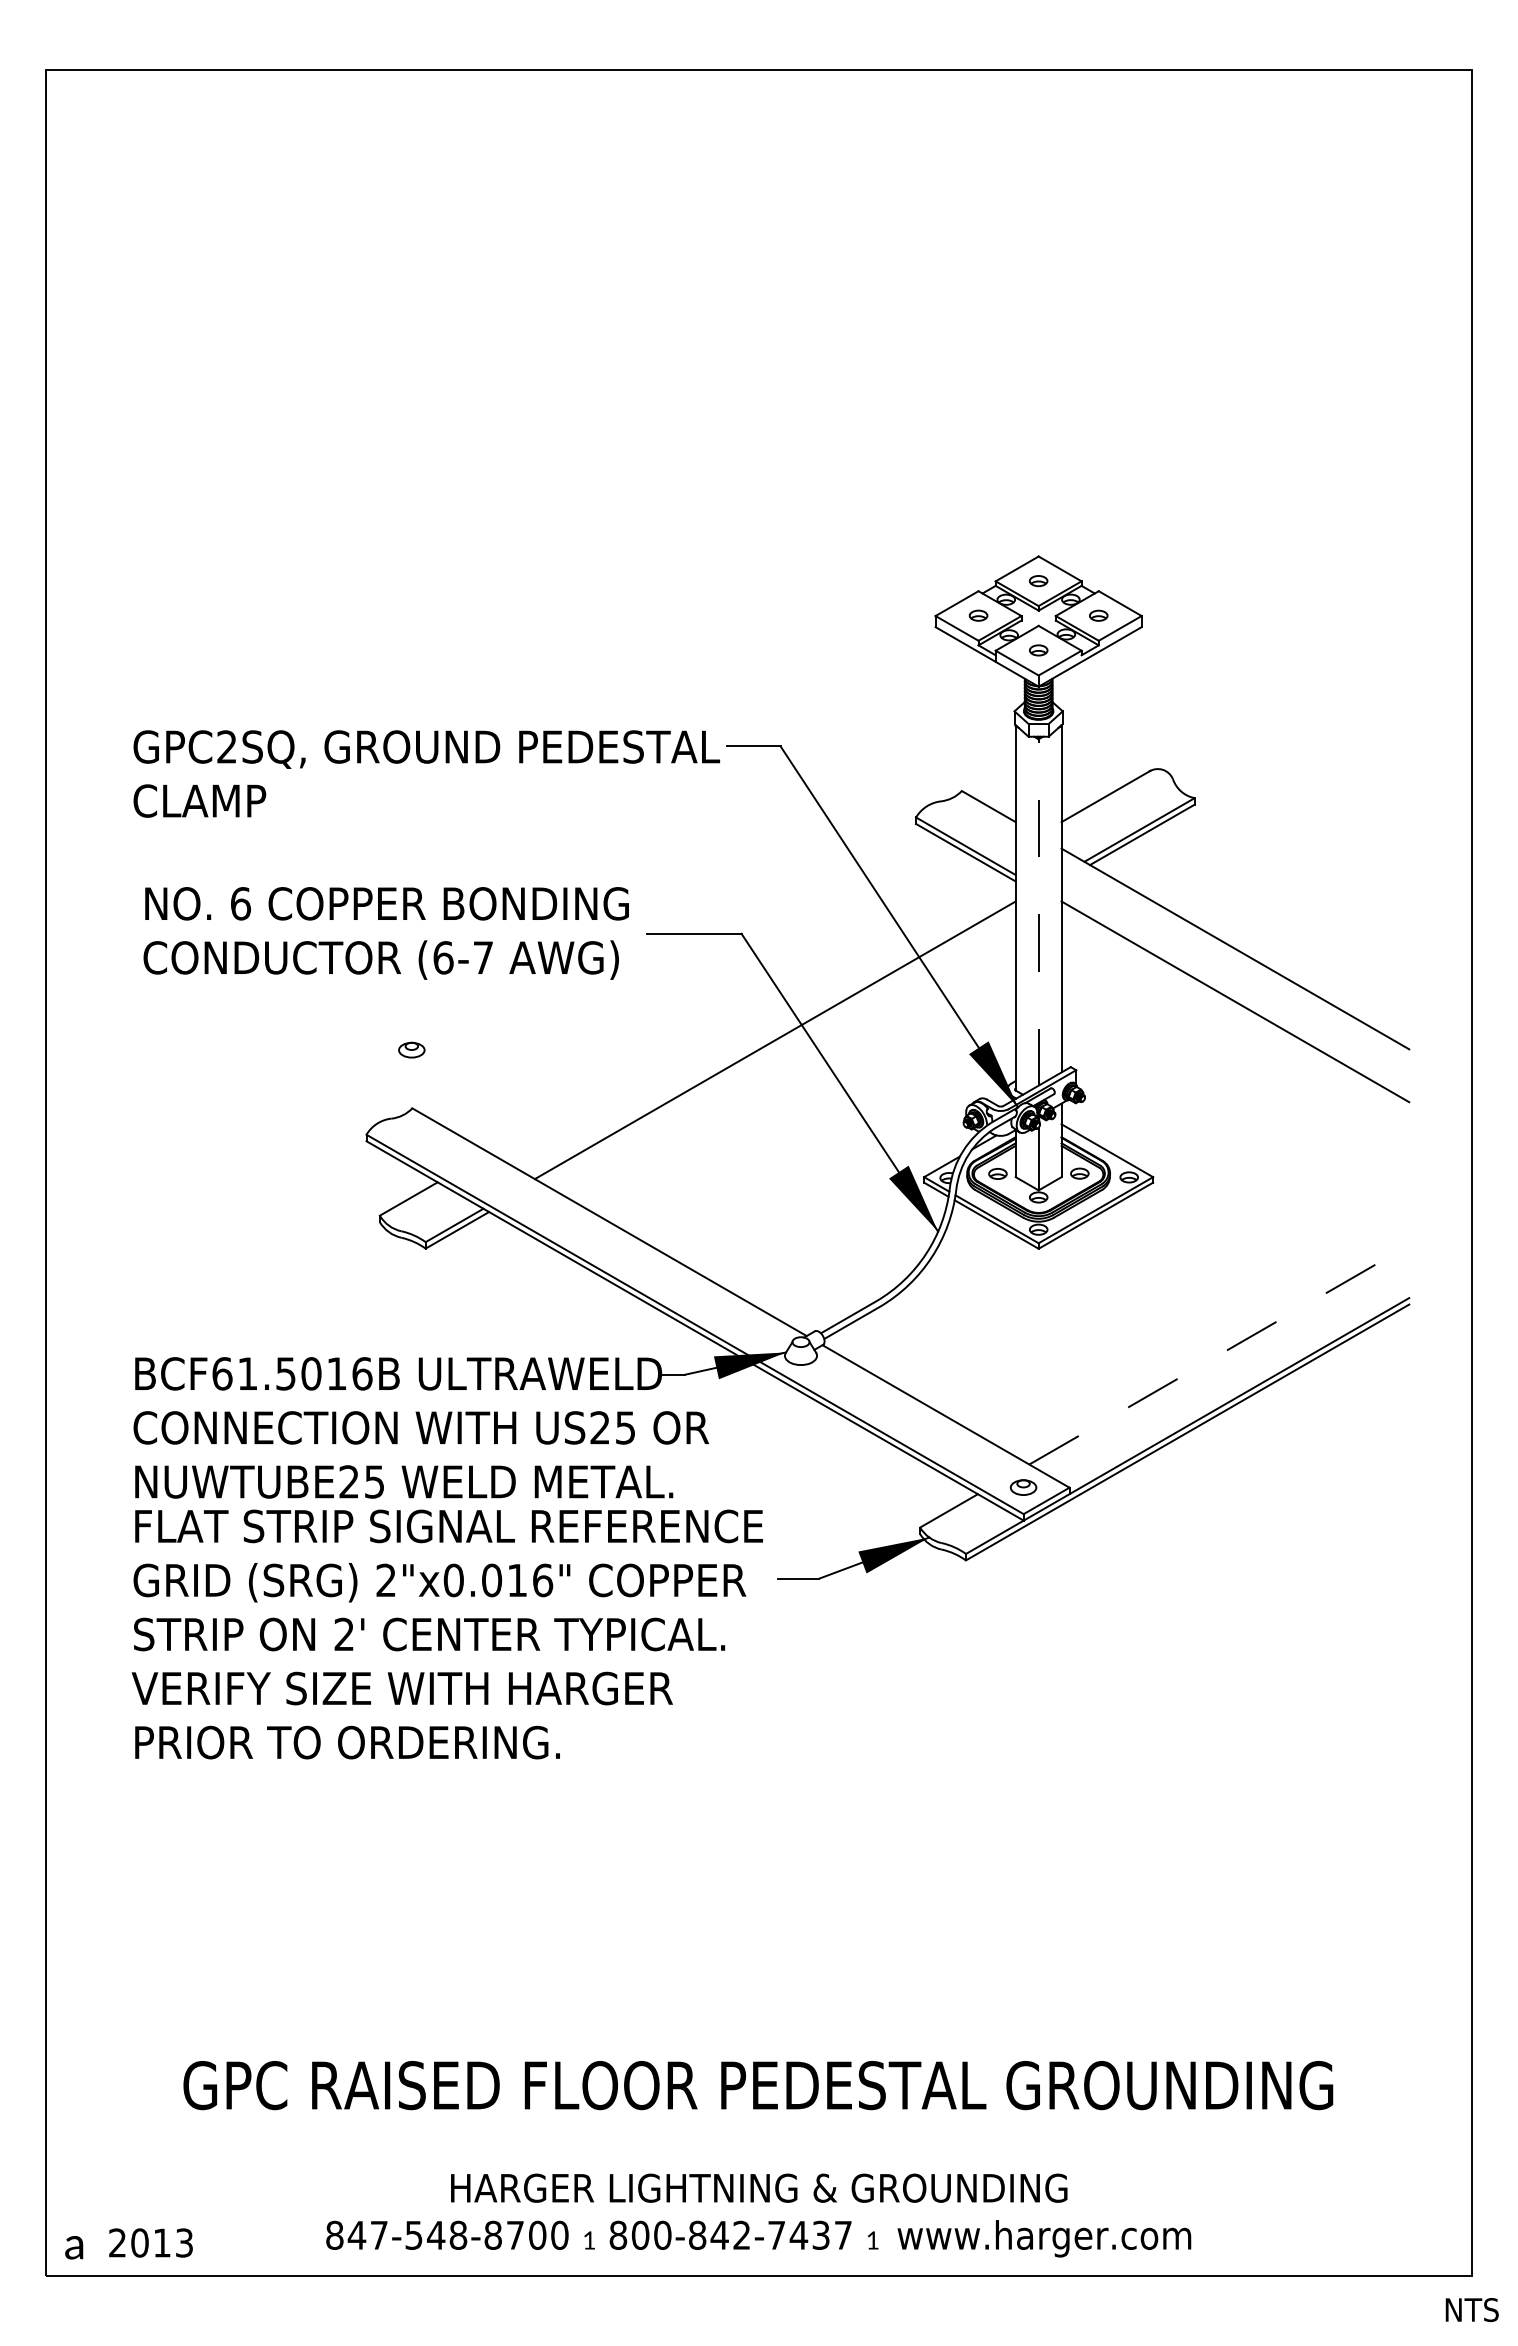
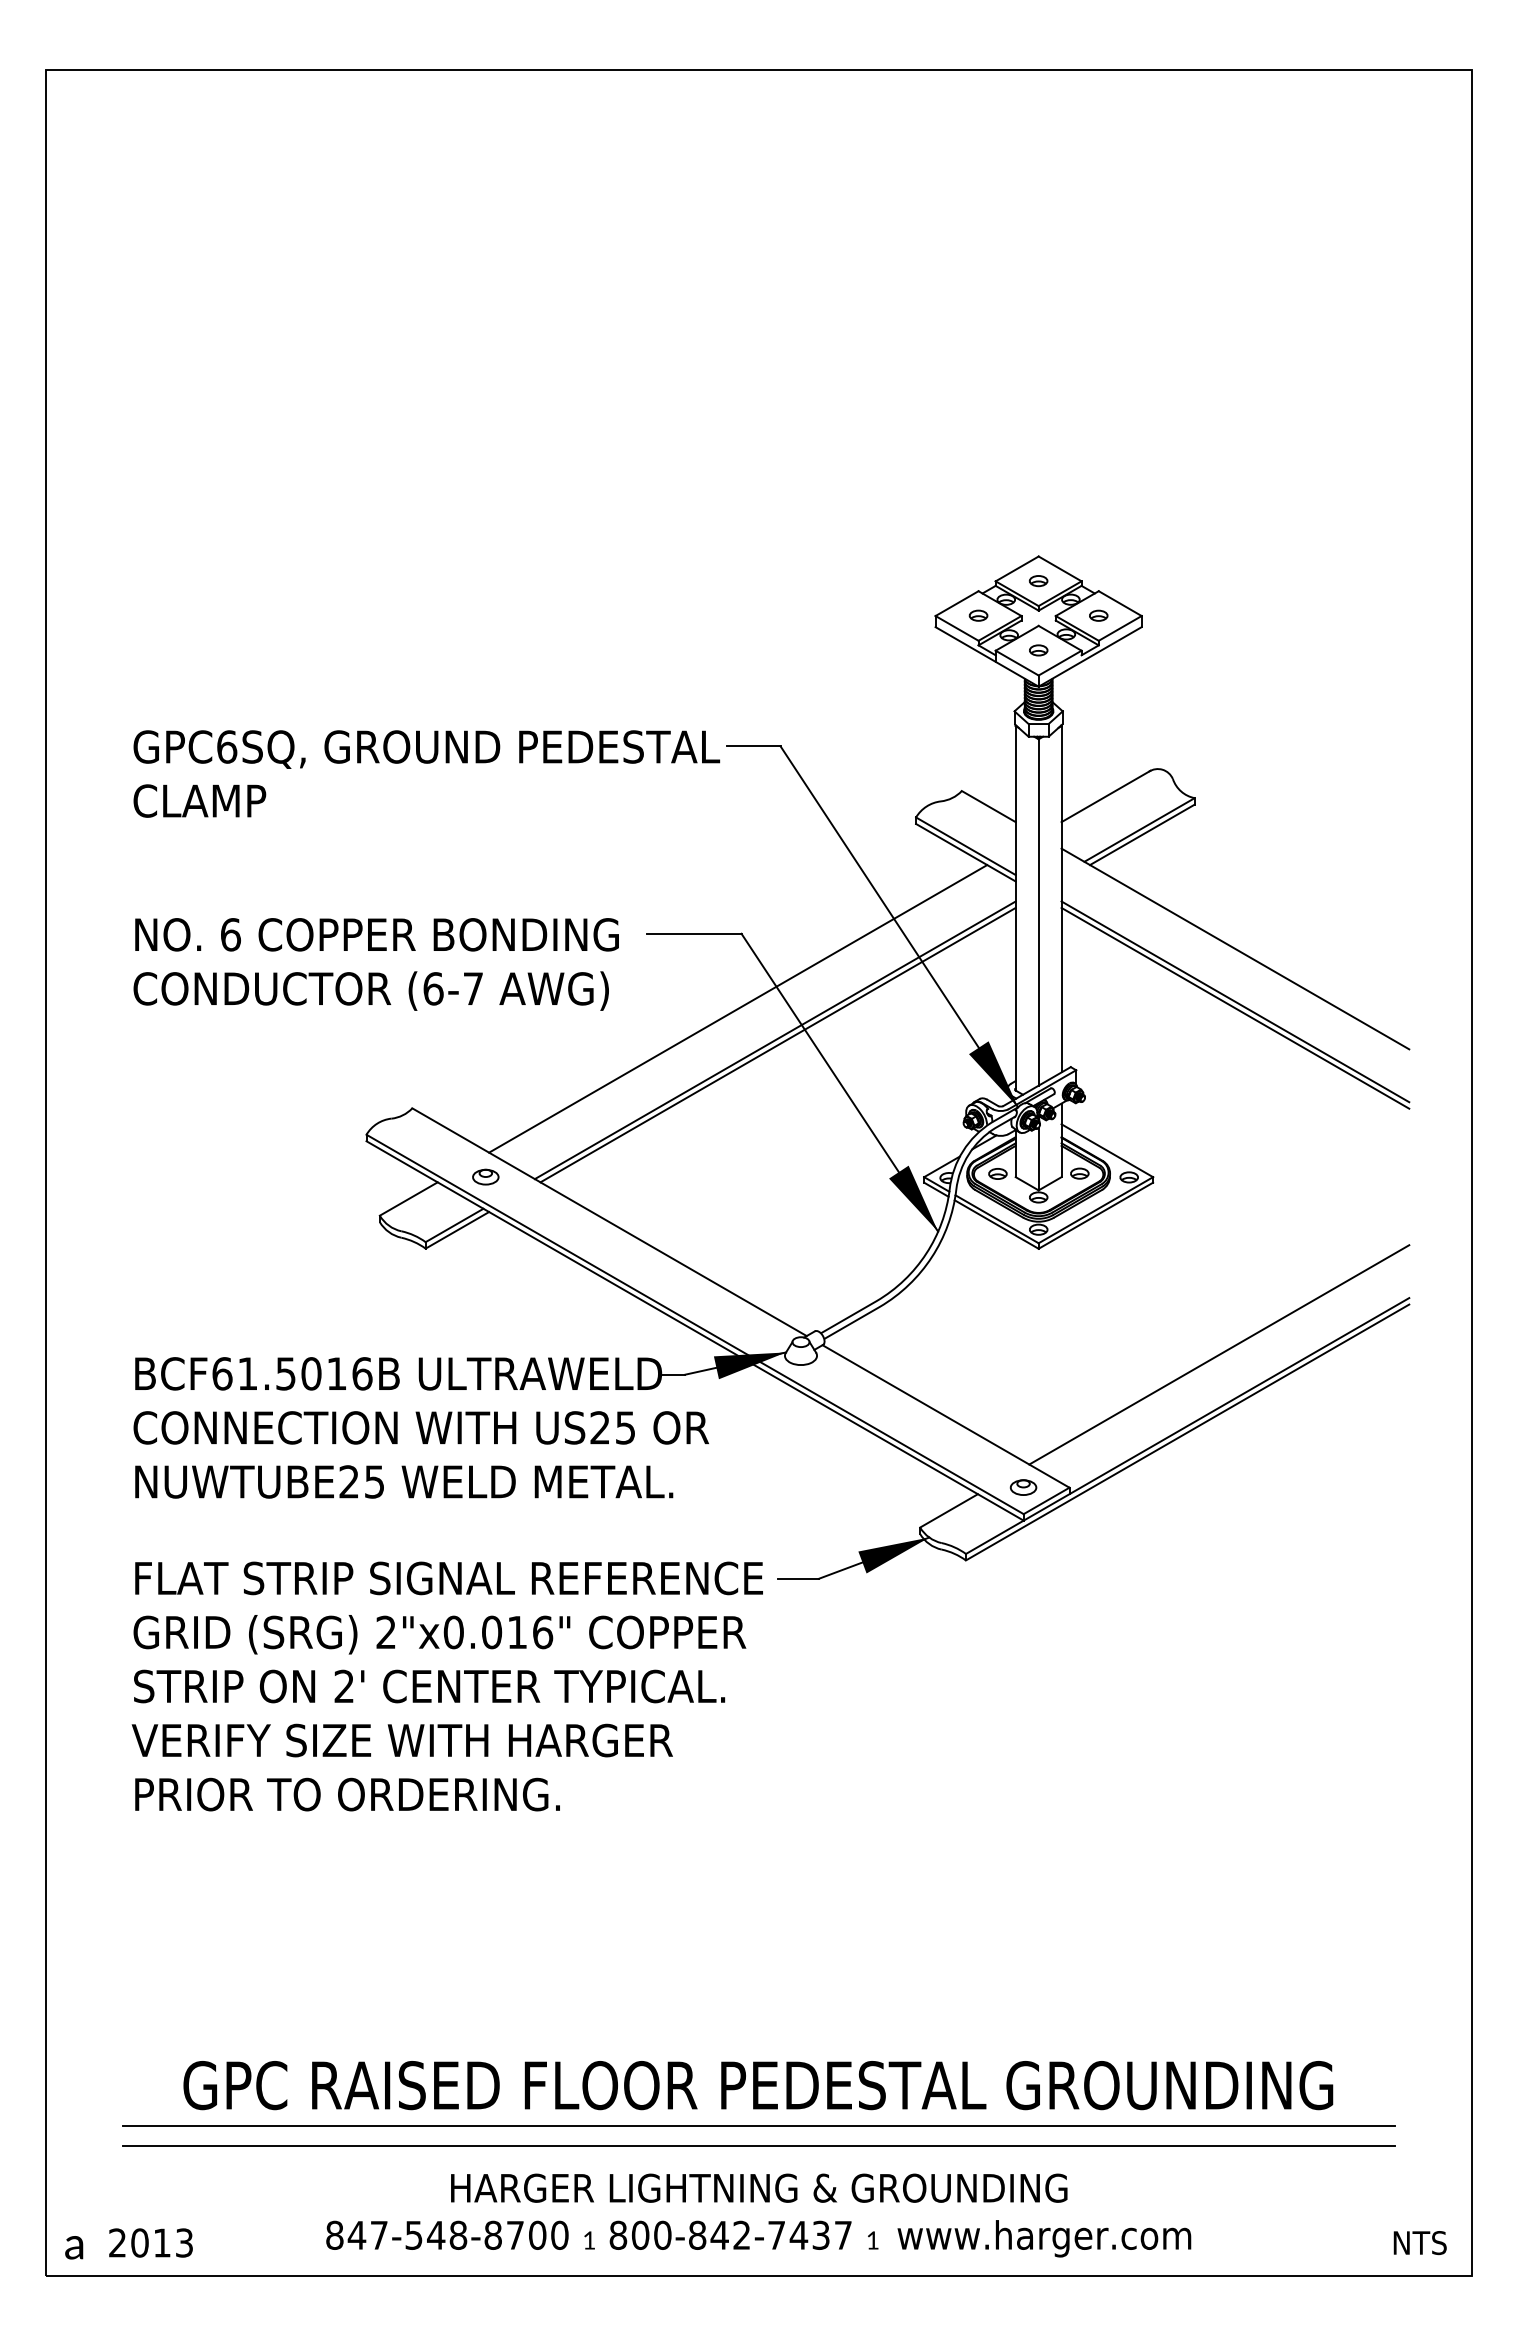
text at (227, 746): GPC2SQ, -> GPC6SQ,
line at (1038, 911): dashed -> solid
text at (385, 933) position: (385, 933) -> (375, 964)
line at (1235, 1007): none -> present
line at (738, 1008): none -> present
line at (777, 1044): none -> present
part at (411, 1049) position: (411, 1049) -> (485, 1176)
line at (1219, 1354): dashed -> solid
text at (446, 1634) position: (446, 1634) -> (446, 1686)
line at (758, 2125): none -> present
line at (758, 2145): none -> present
text at (1471, 2310) position: (1471, 2310) -> (1419, 2243)
